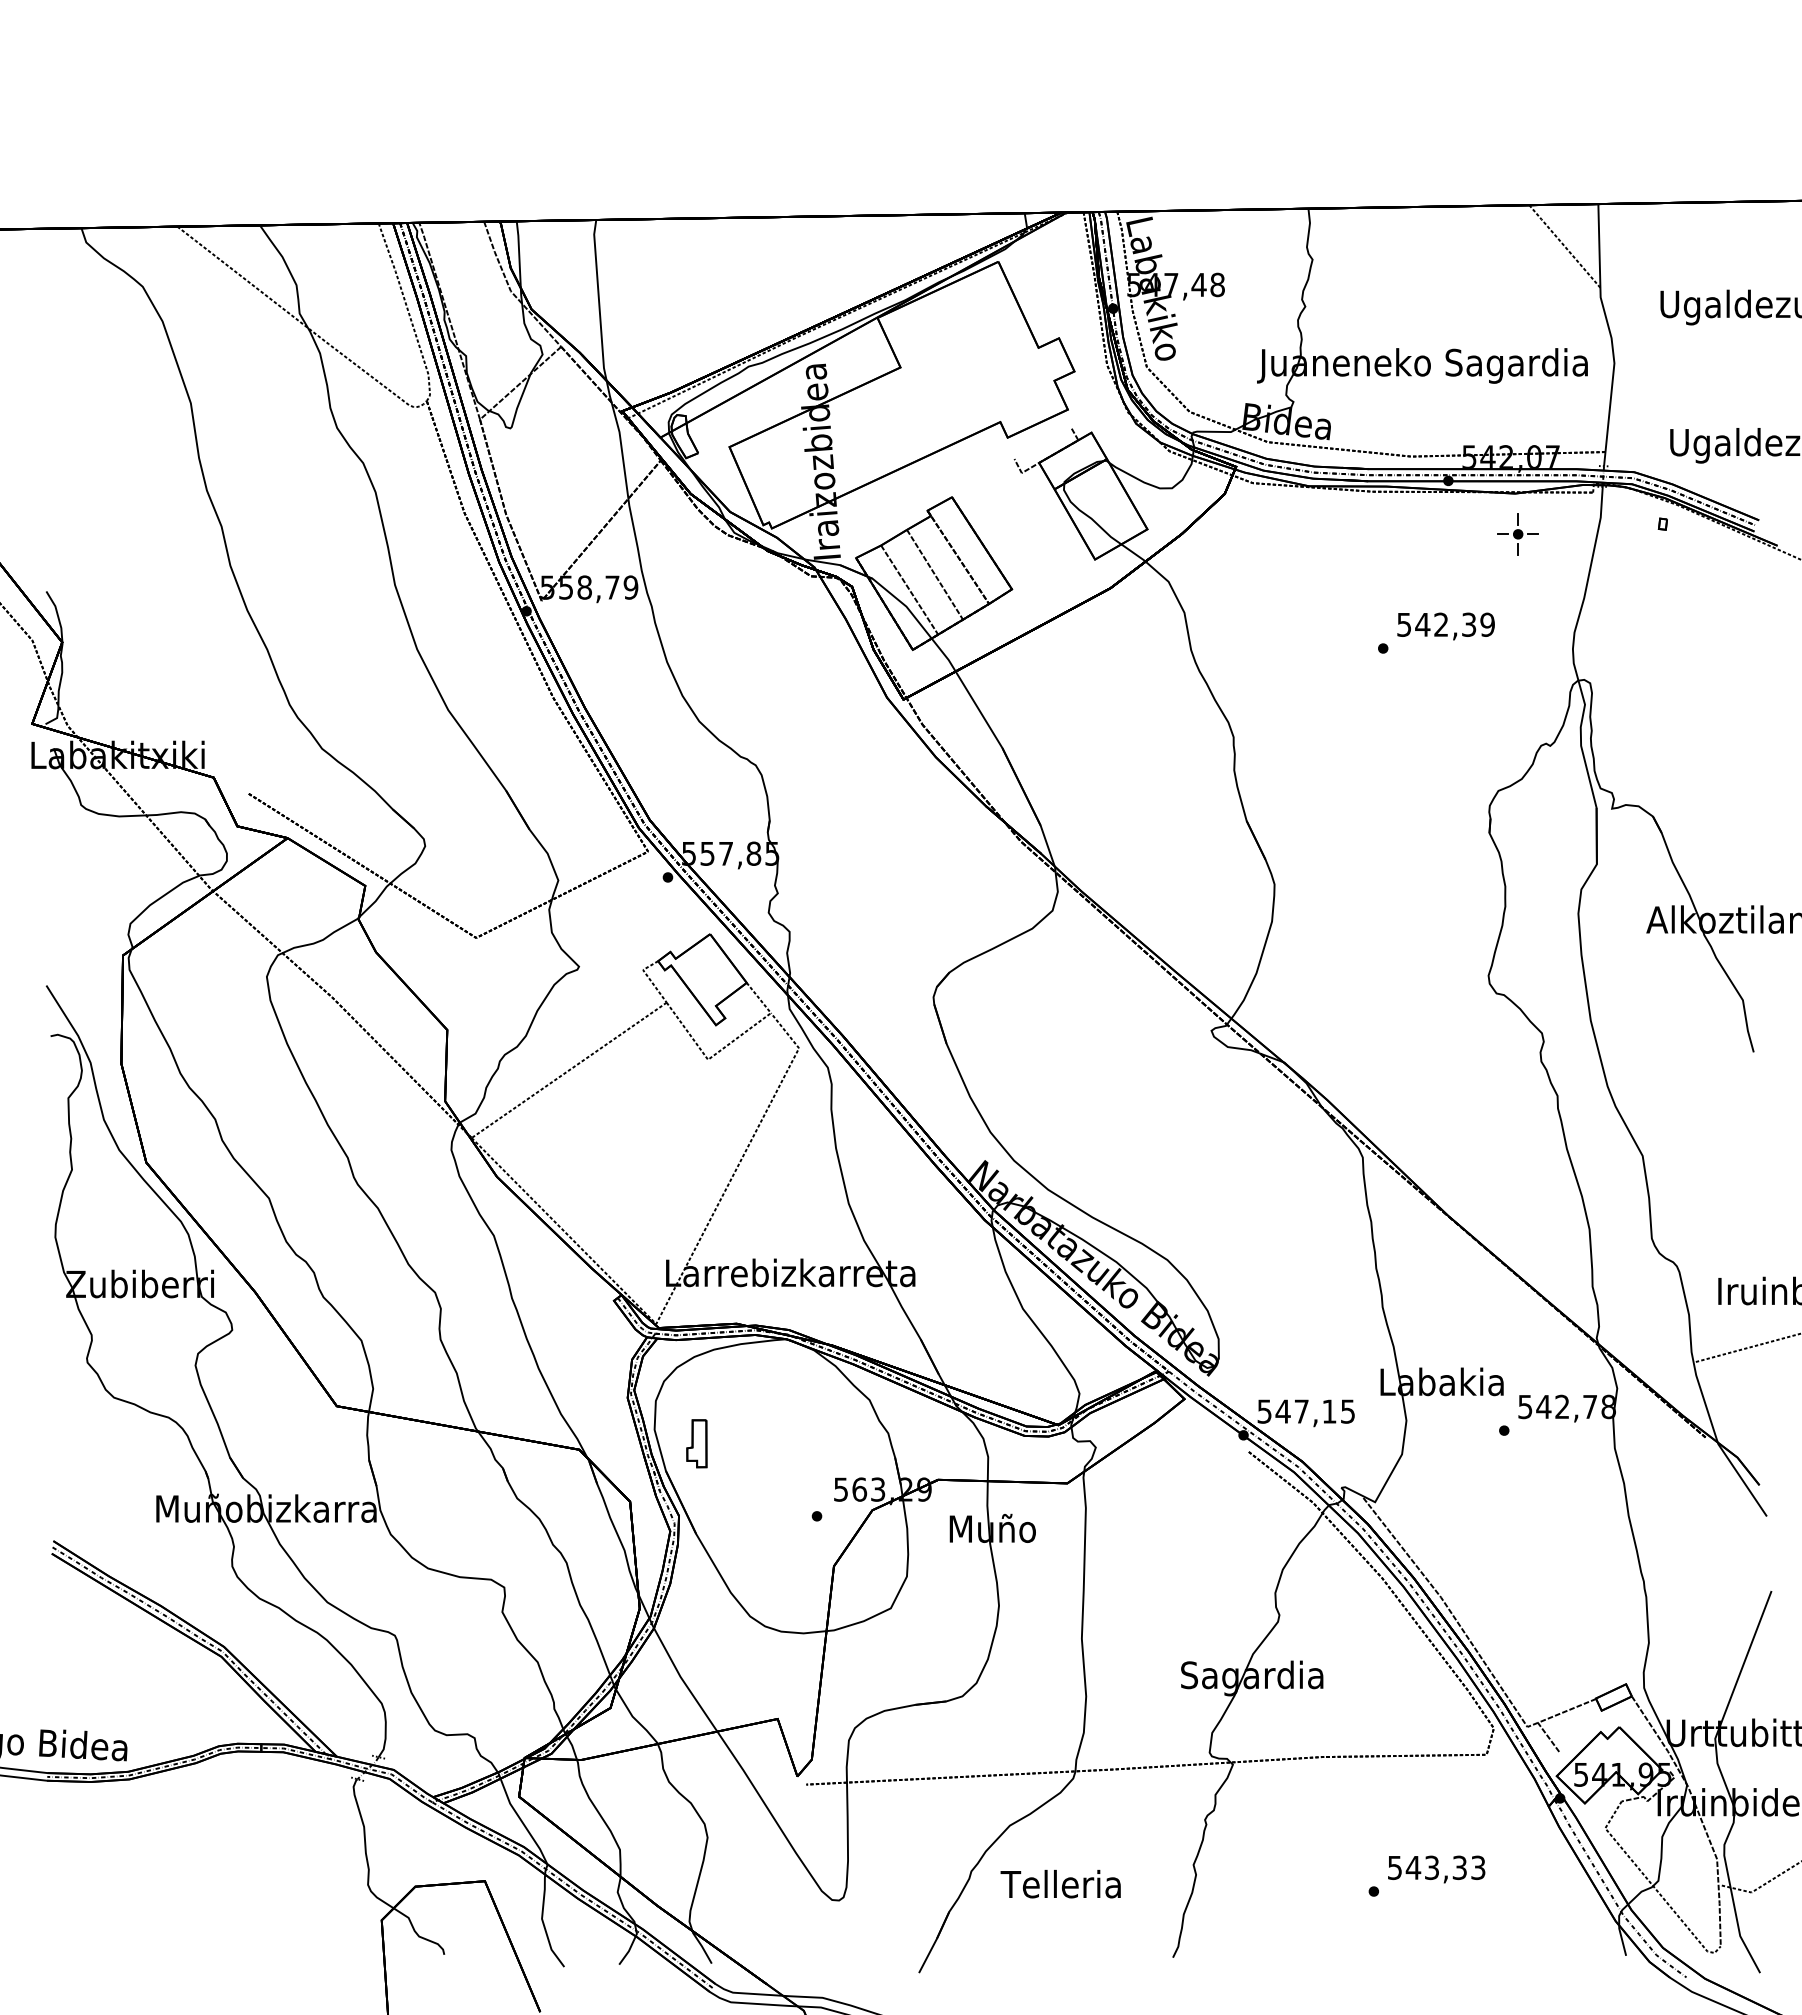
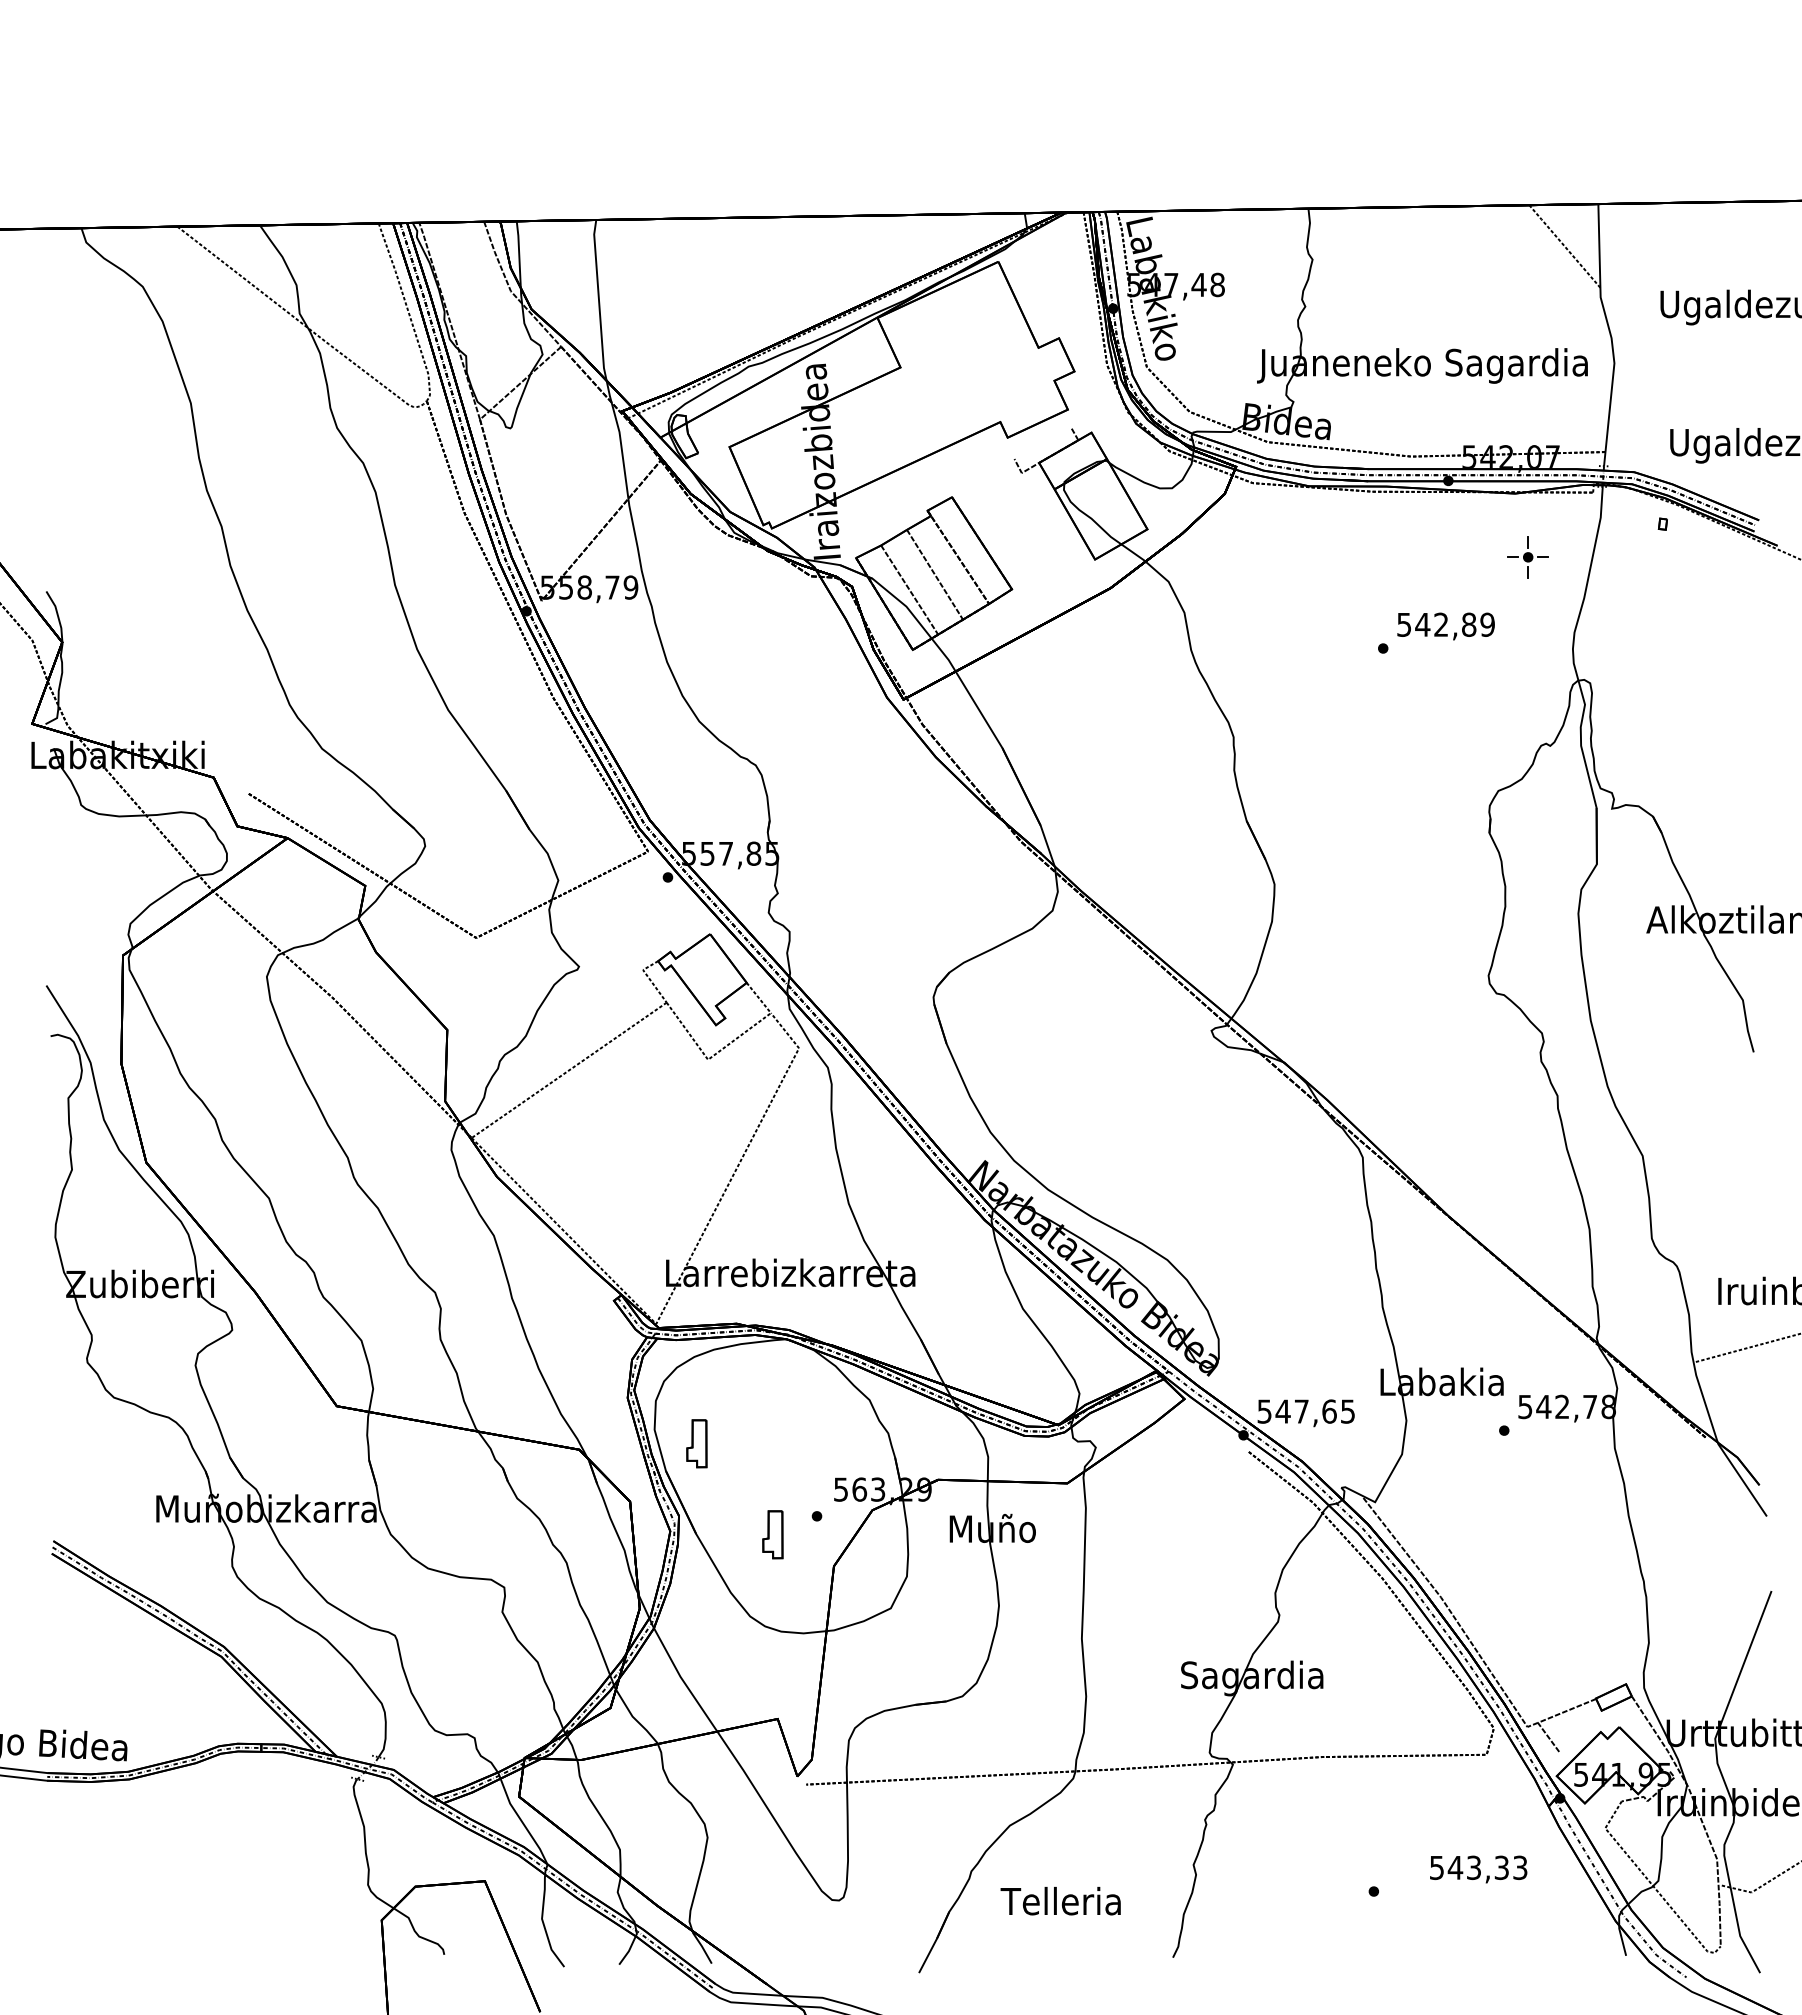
part at (1517, 534) position: (1517, 534) -> (1527, 557)
text at (1469, 624): 542,39 -> 542,89
text at (1329, 1411): 547,15 -> 547,65
part at (772, 1534): none -> present
text at (1436, 1869) position: (1436, 1869) -> (1478, 1869)
text at (1060, 1884) position: (1060, 1884) -> (1060, 1901)
